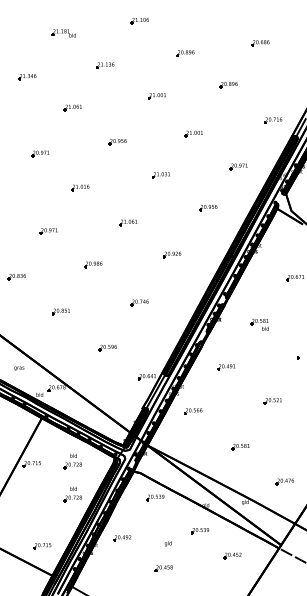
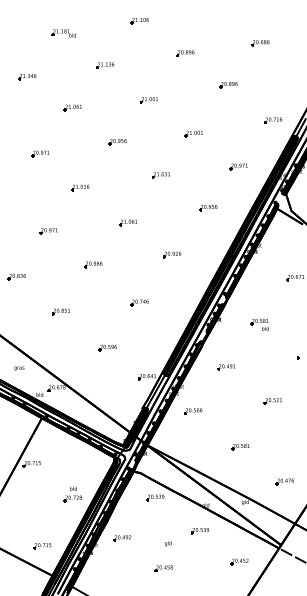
part at (156, 96) position: (156, 96) -> (148, 100)
part at (72, 461): present -> none
part at (232, 555) position: (232, 555) -> (239, 561)
